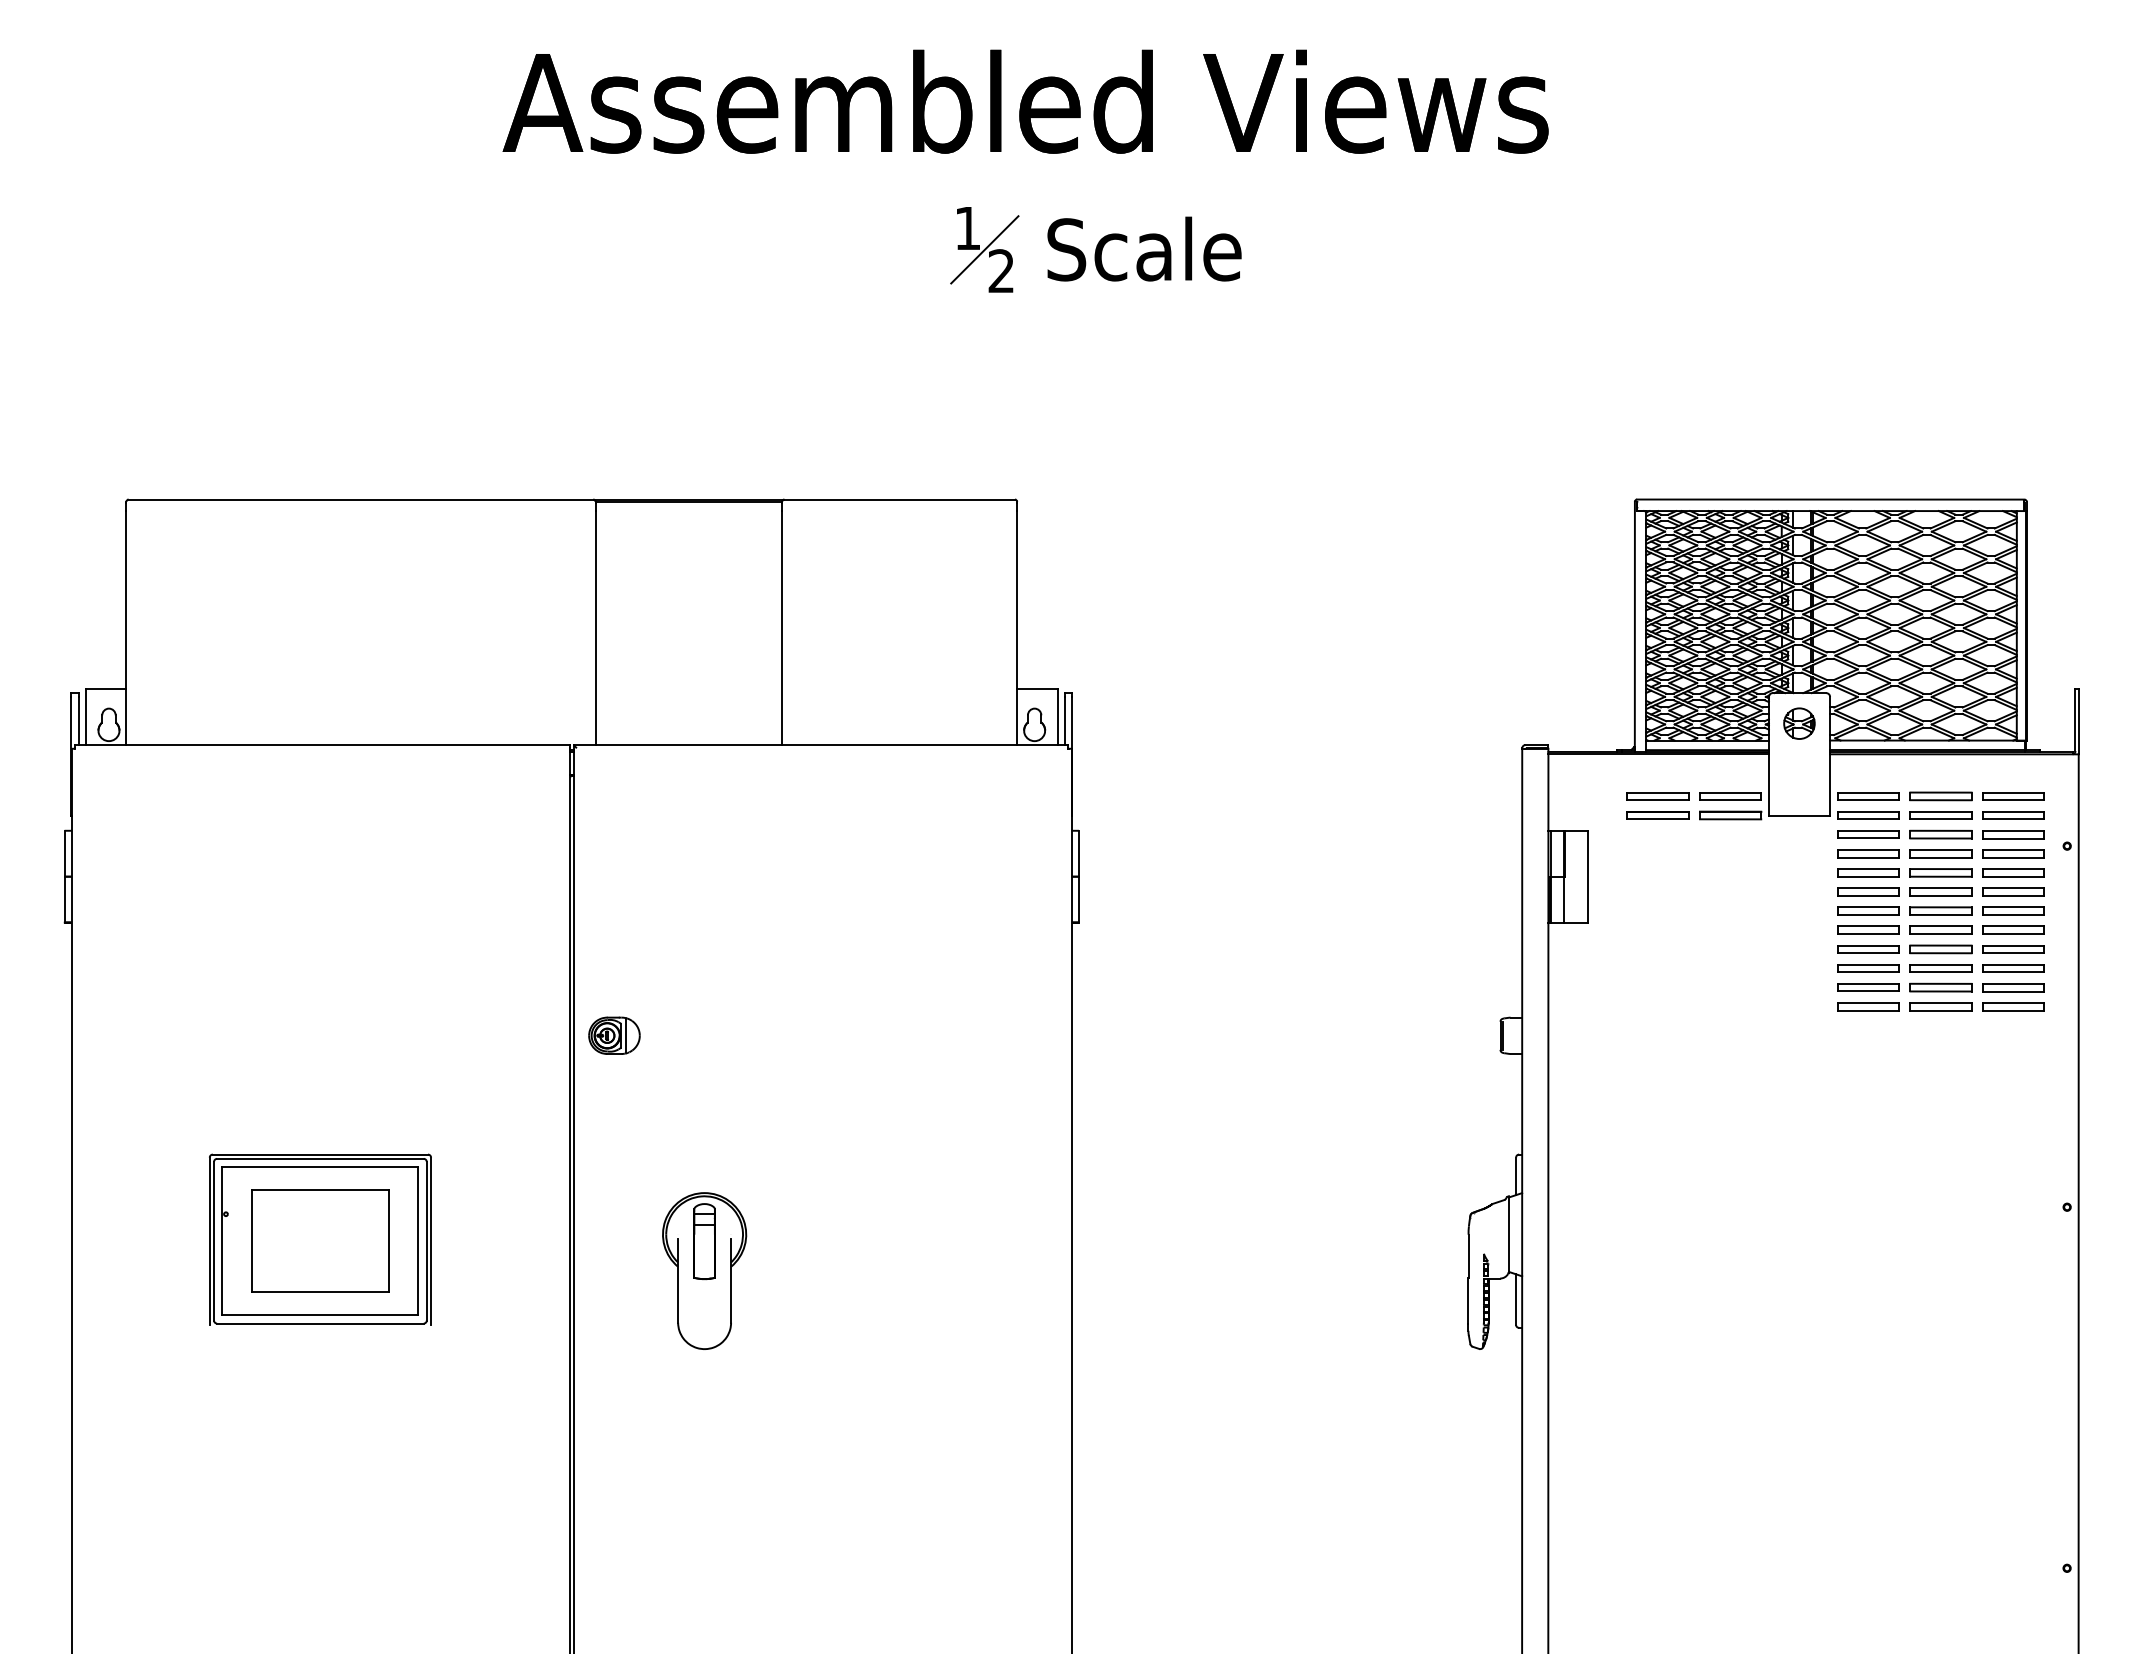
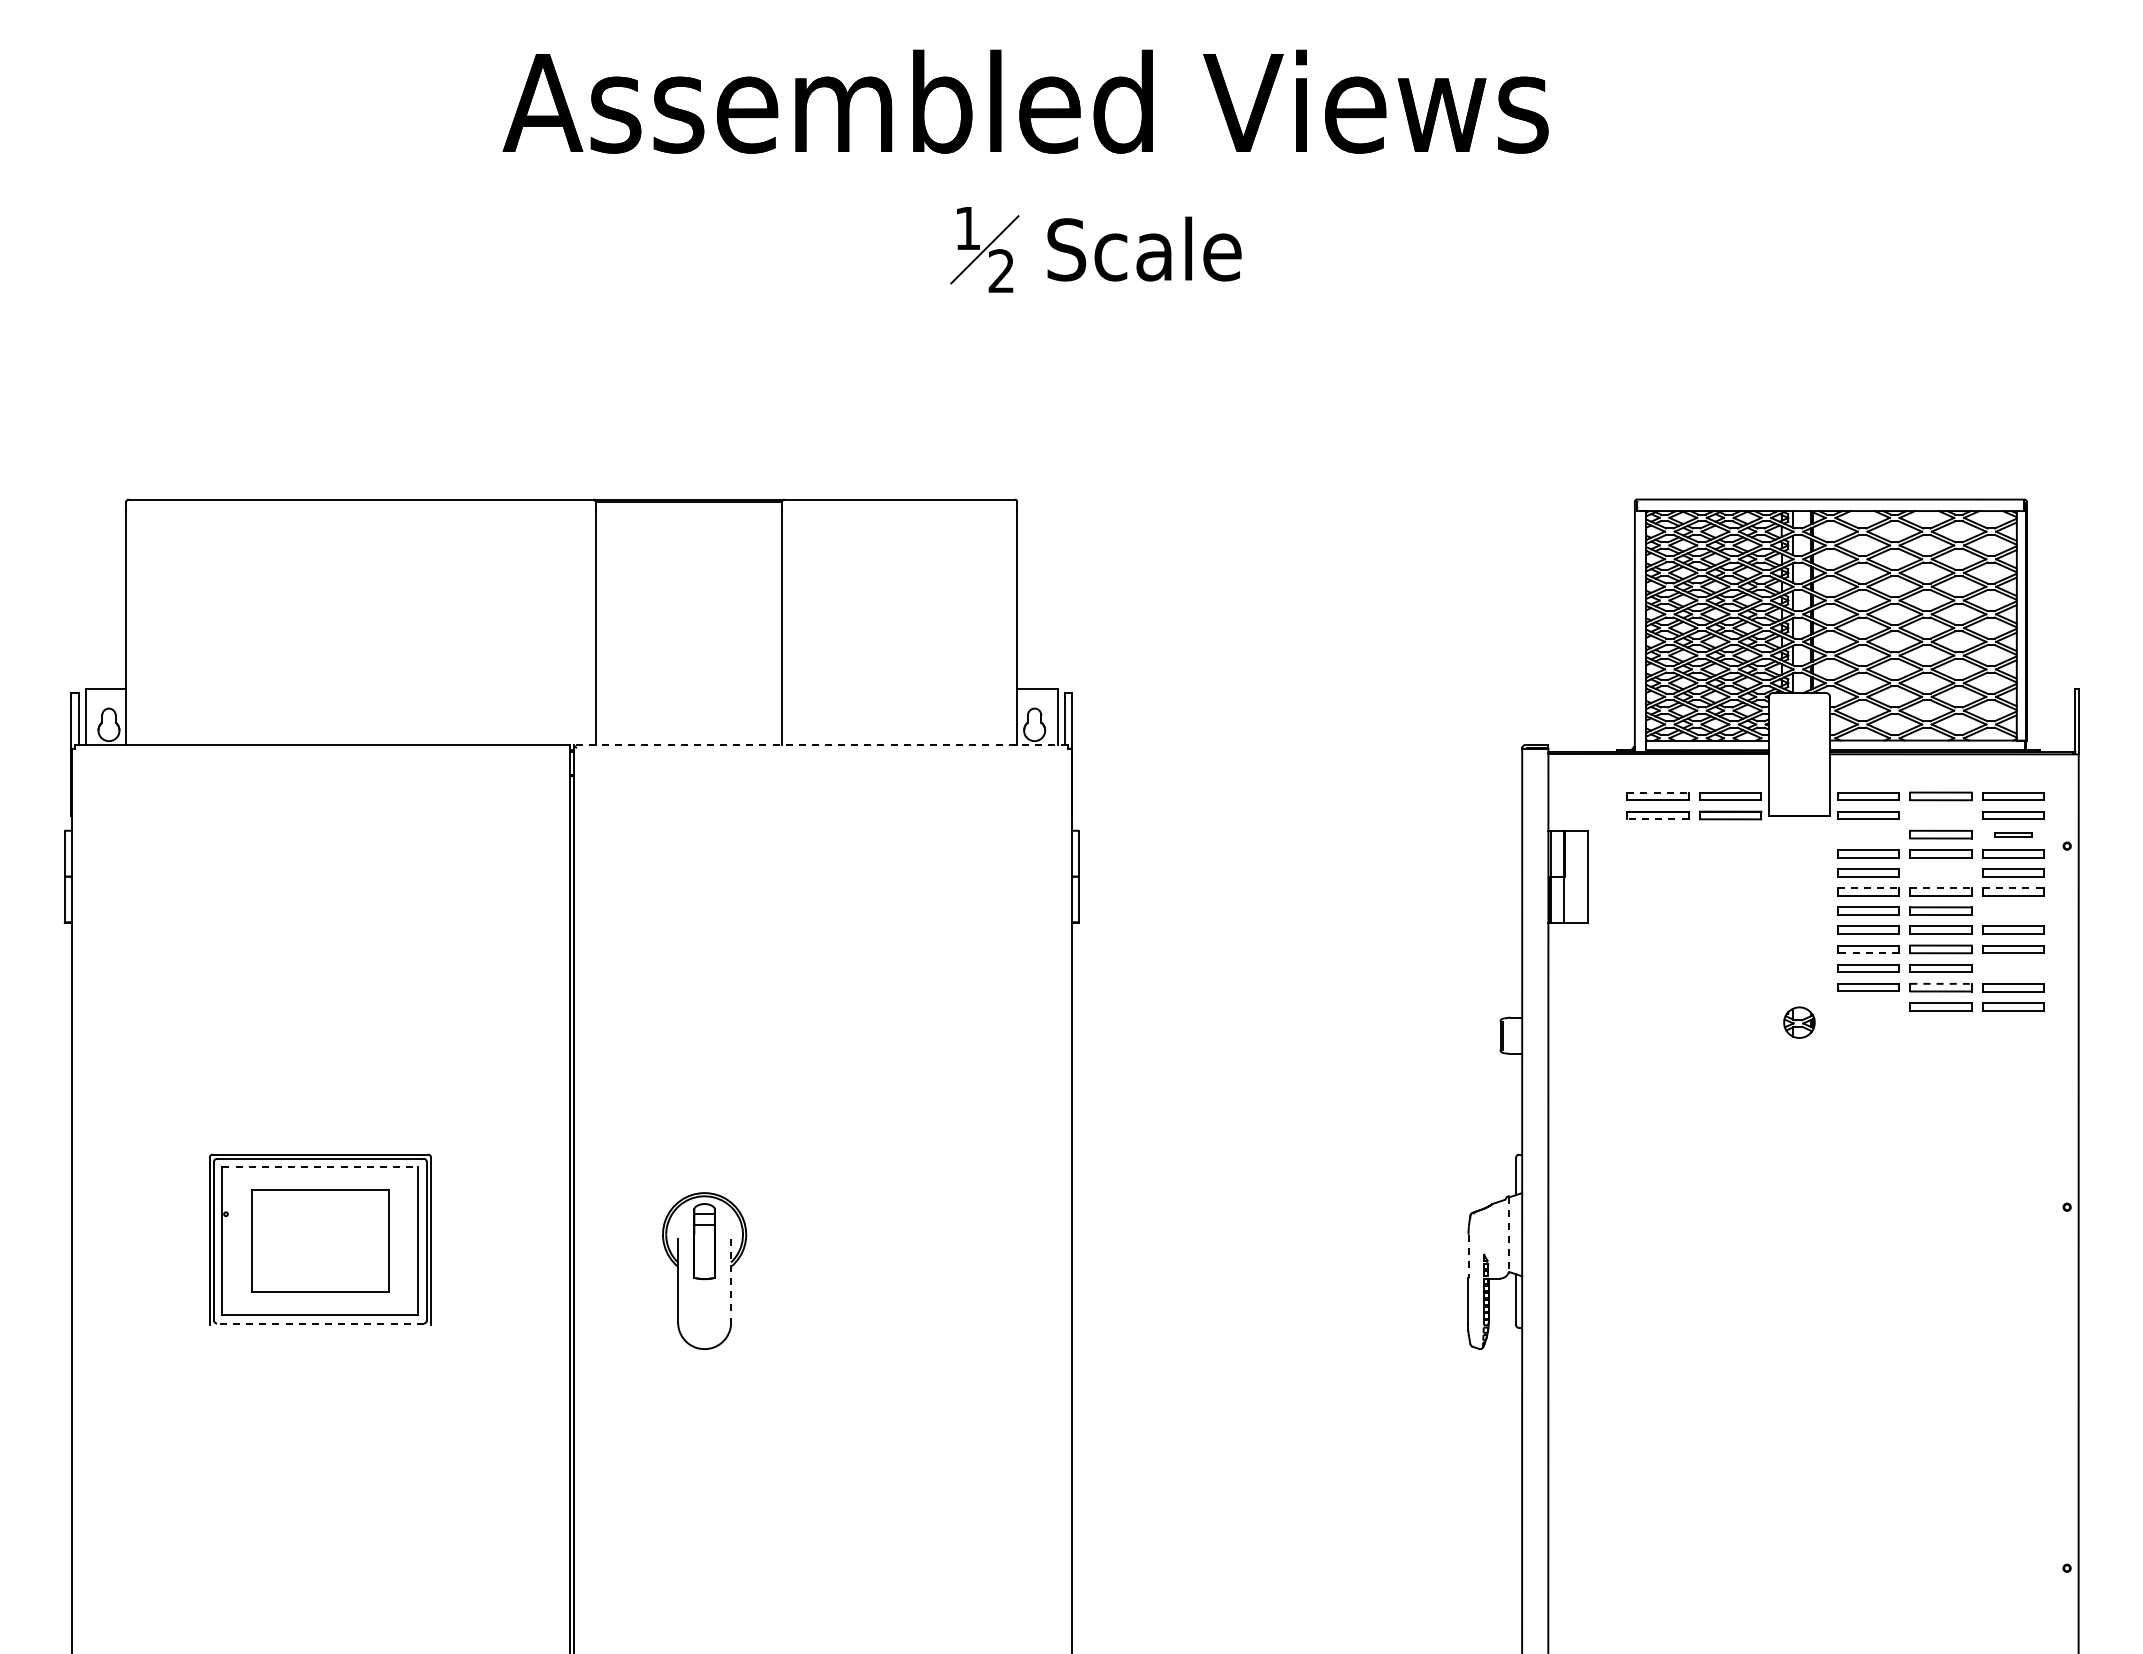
part at (1799, 723) position: (1799, 723) -> (1799, 1022)
line at (820, 745): solid -> dashed
line at (1657, 792): solid -> dashed
part at (1940, 815): present -> none
line at (1657, 819): solid -> dashed
part at (1868, 834): present -> none
part at (2013, 834) size: 63x10 px -> 39x6 px
part at (1940, 872): present -> none
line at (1868, 888): solid -> dashed
line at (1940, 888): solid -> dashed
line at (2013, 888): solid -> dashed
part at (2013, 910): present -> none
line at (1868, 953): solid -> dashed
part at (2013, 968): present -> none
line at (1940, 983): solid -> dashed
part at (1868, 1006): present -> none
part at (614, 1035): present -> none
line at (320, 1167): solid -> dashed
line at (1509, 1235): solid -> dashed
line at (1468, 1256): solid -> dashed
line at (731, 1280): solid -> dashed
line at (319, 1323): solid -> dashed
